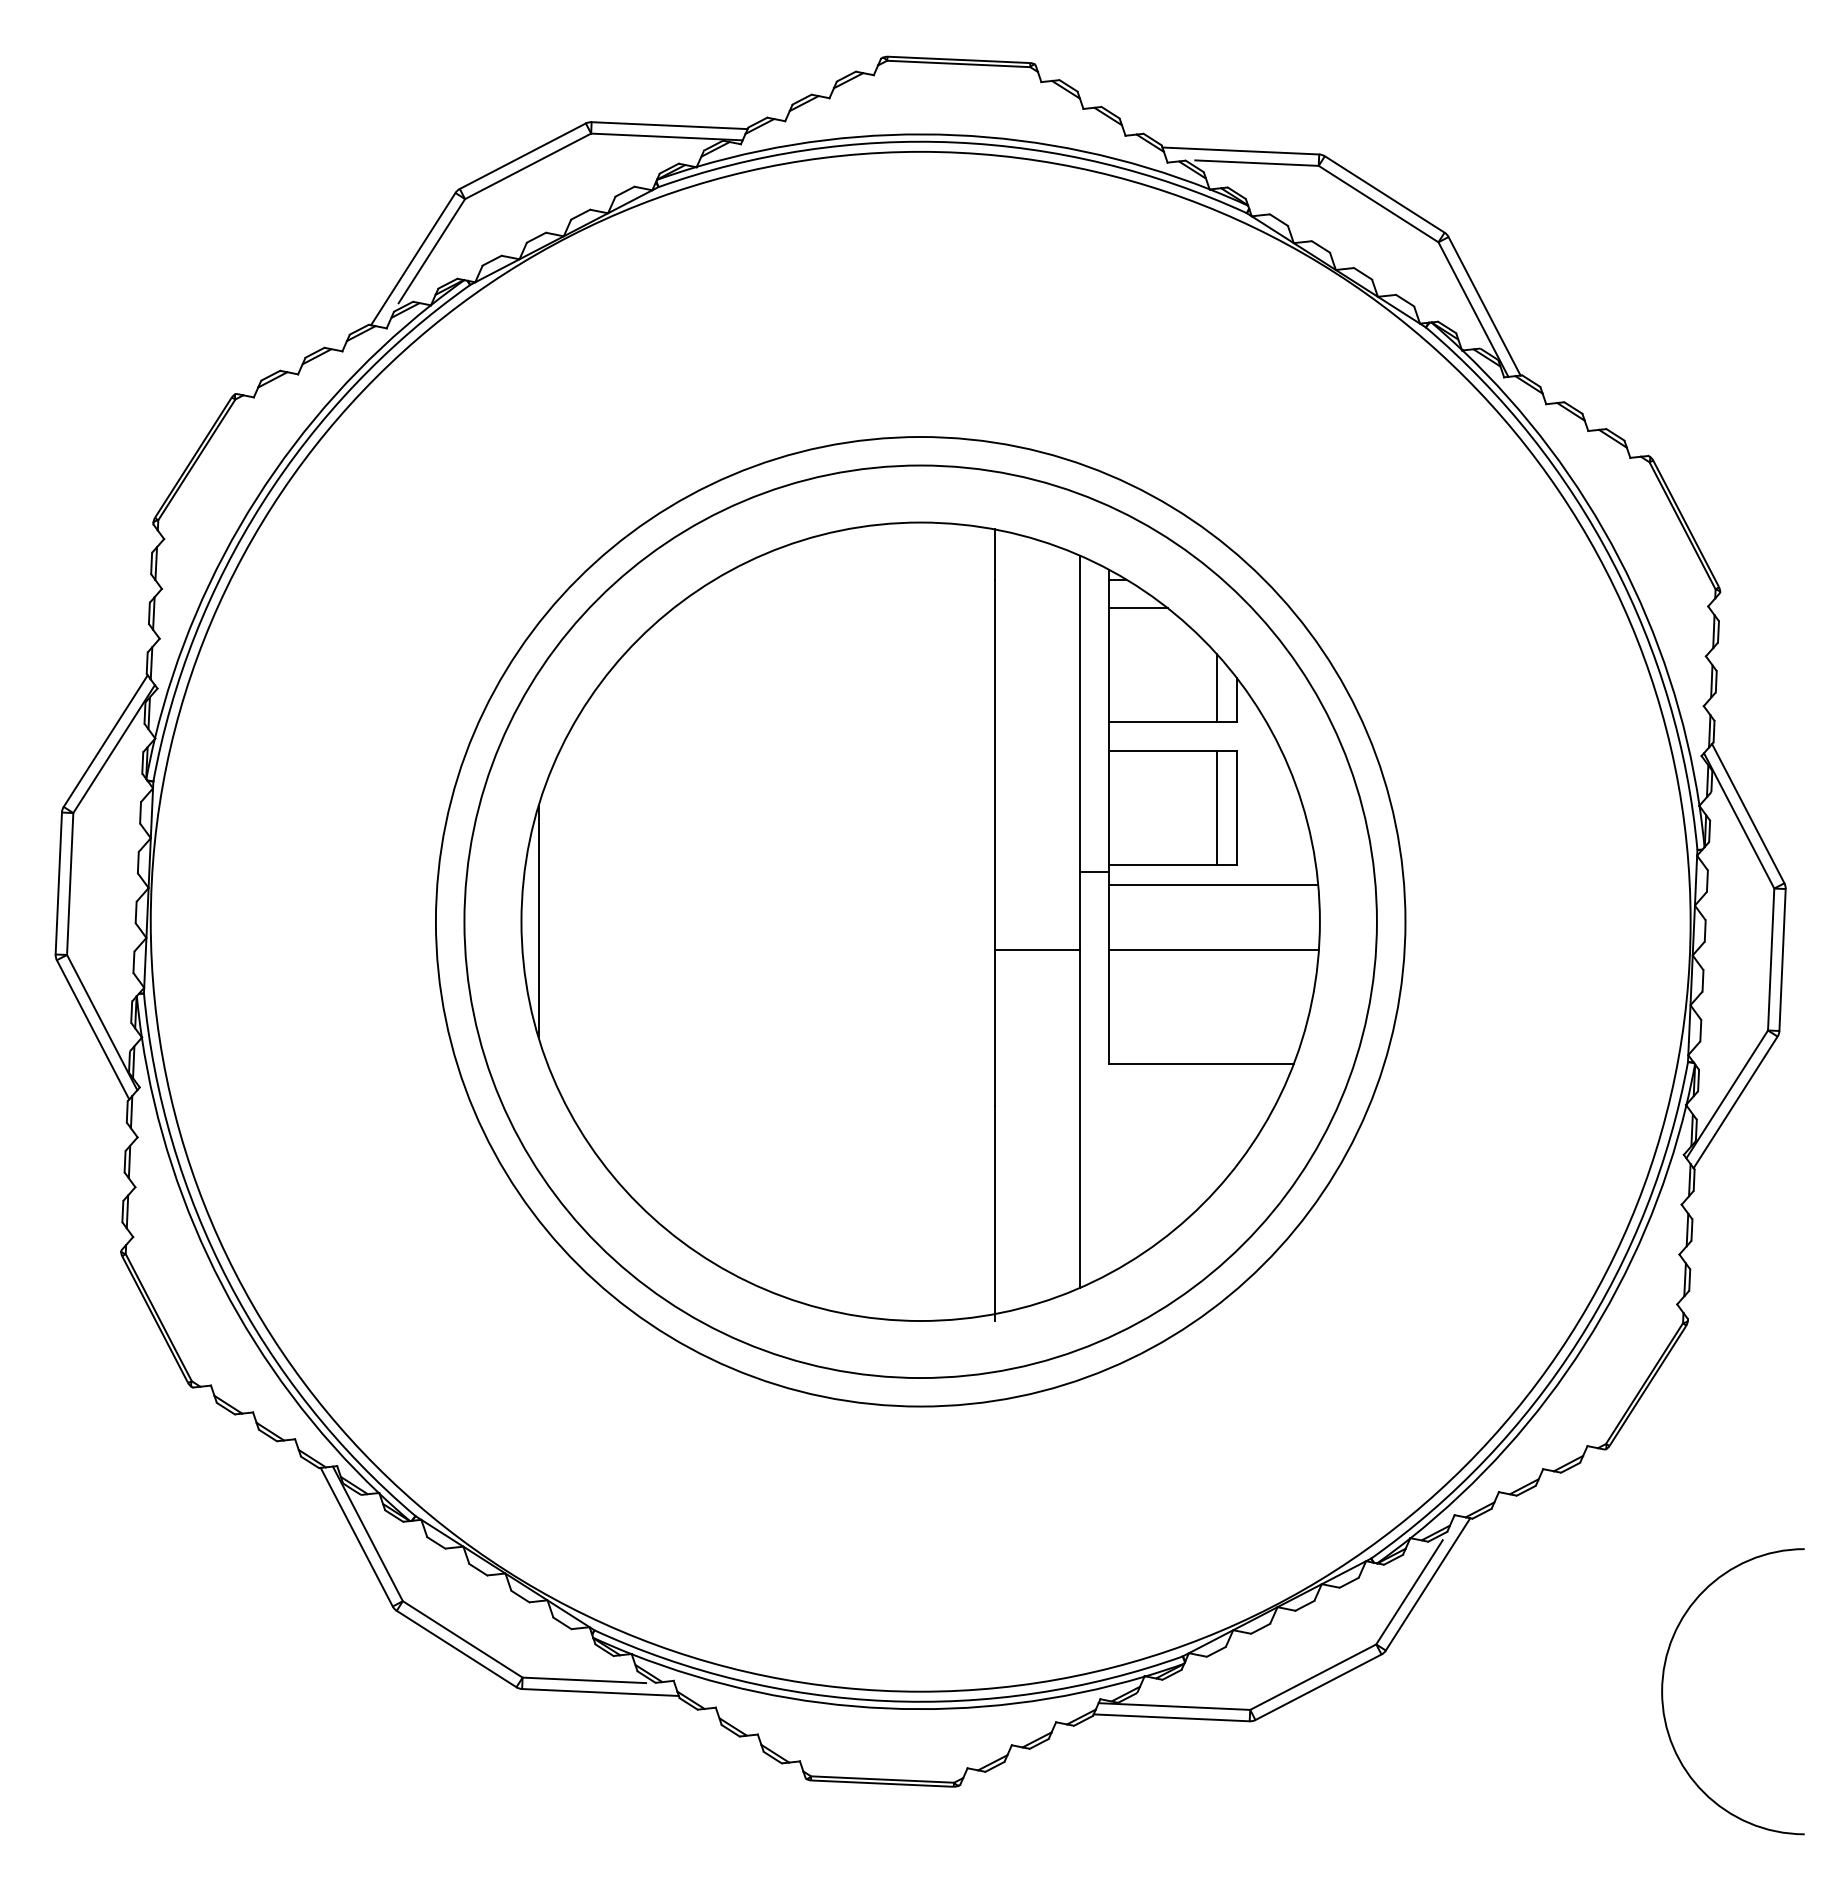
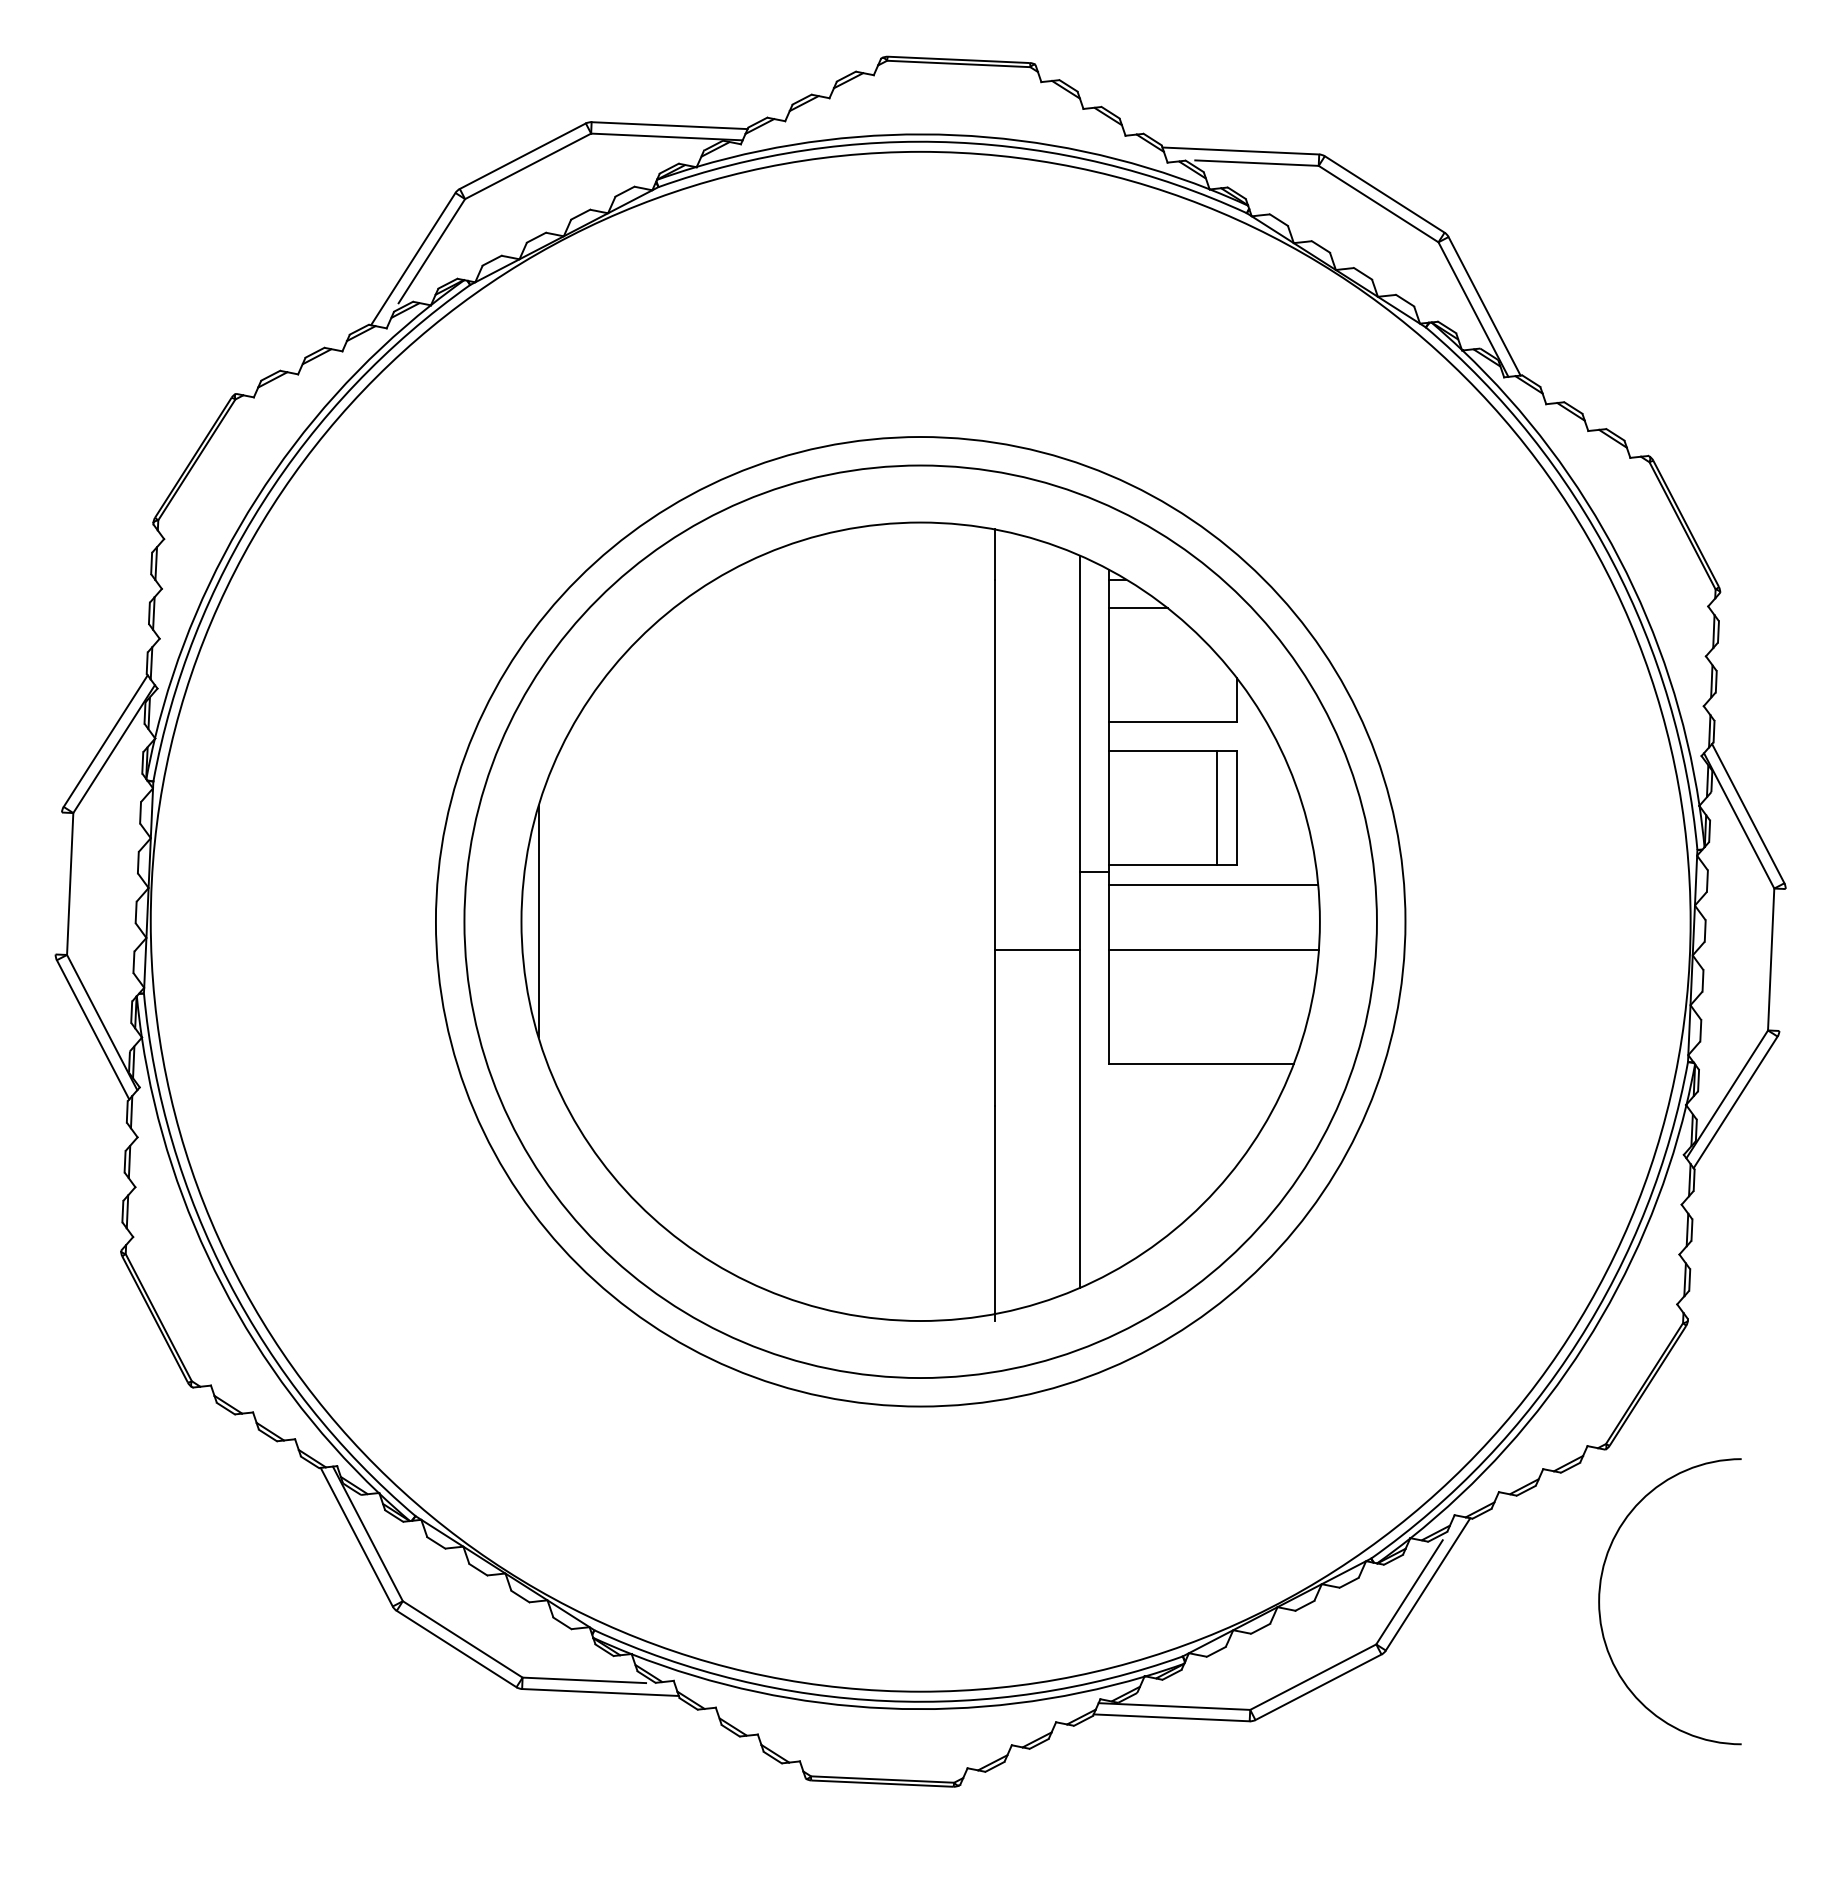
line at (1217, 688): present -> none
line at (58, 883): present -> none
line at (1782, 959): present -> none
arc at (1663, 1689) position: (1663, 1689) -> (1600, 1599)
